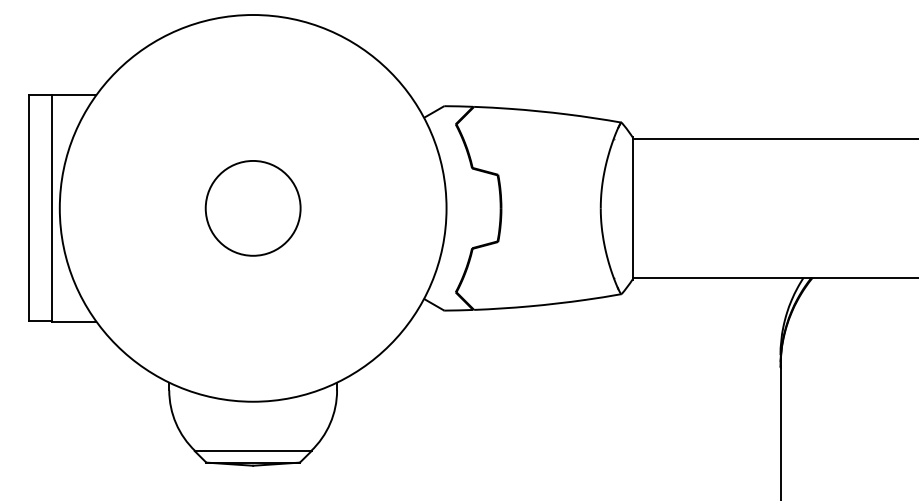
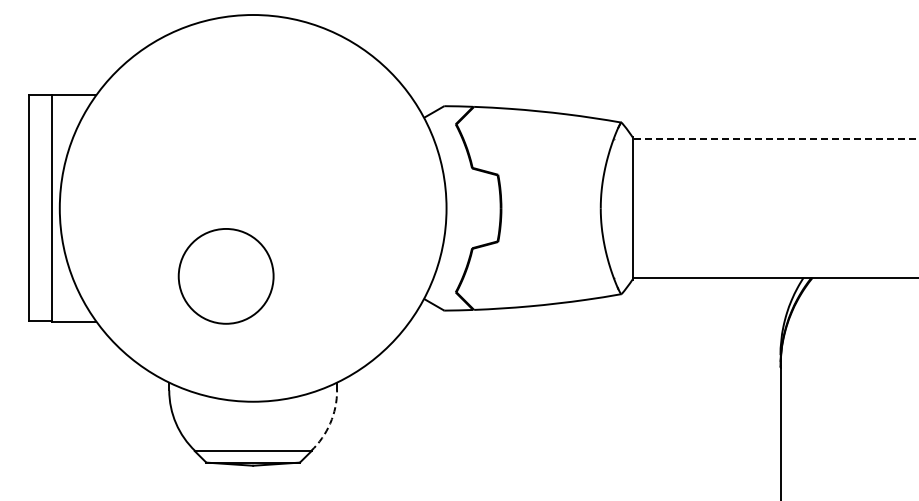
line at (775, 139): solid -> dashed
circle at (252, 208) position: (252, 208) -> (225, 276)
arc at (330, 423): solid -> dashed
